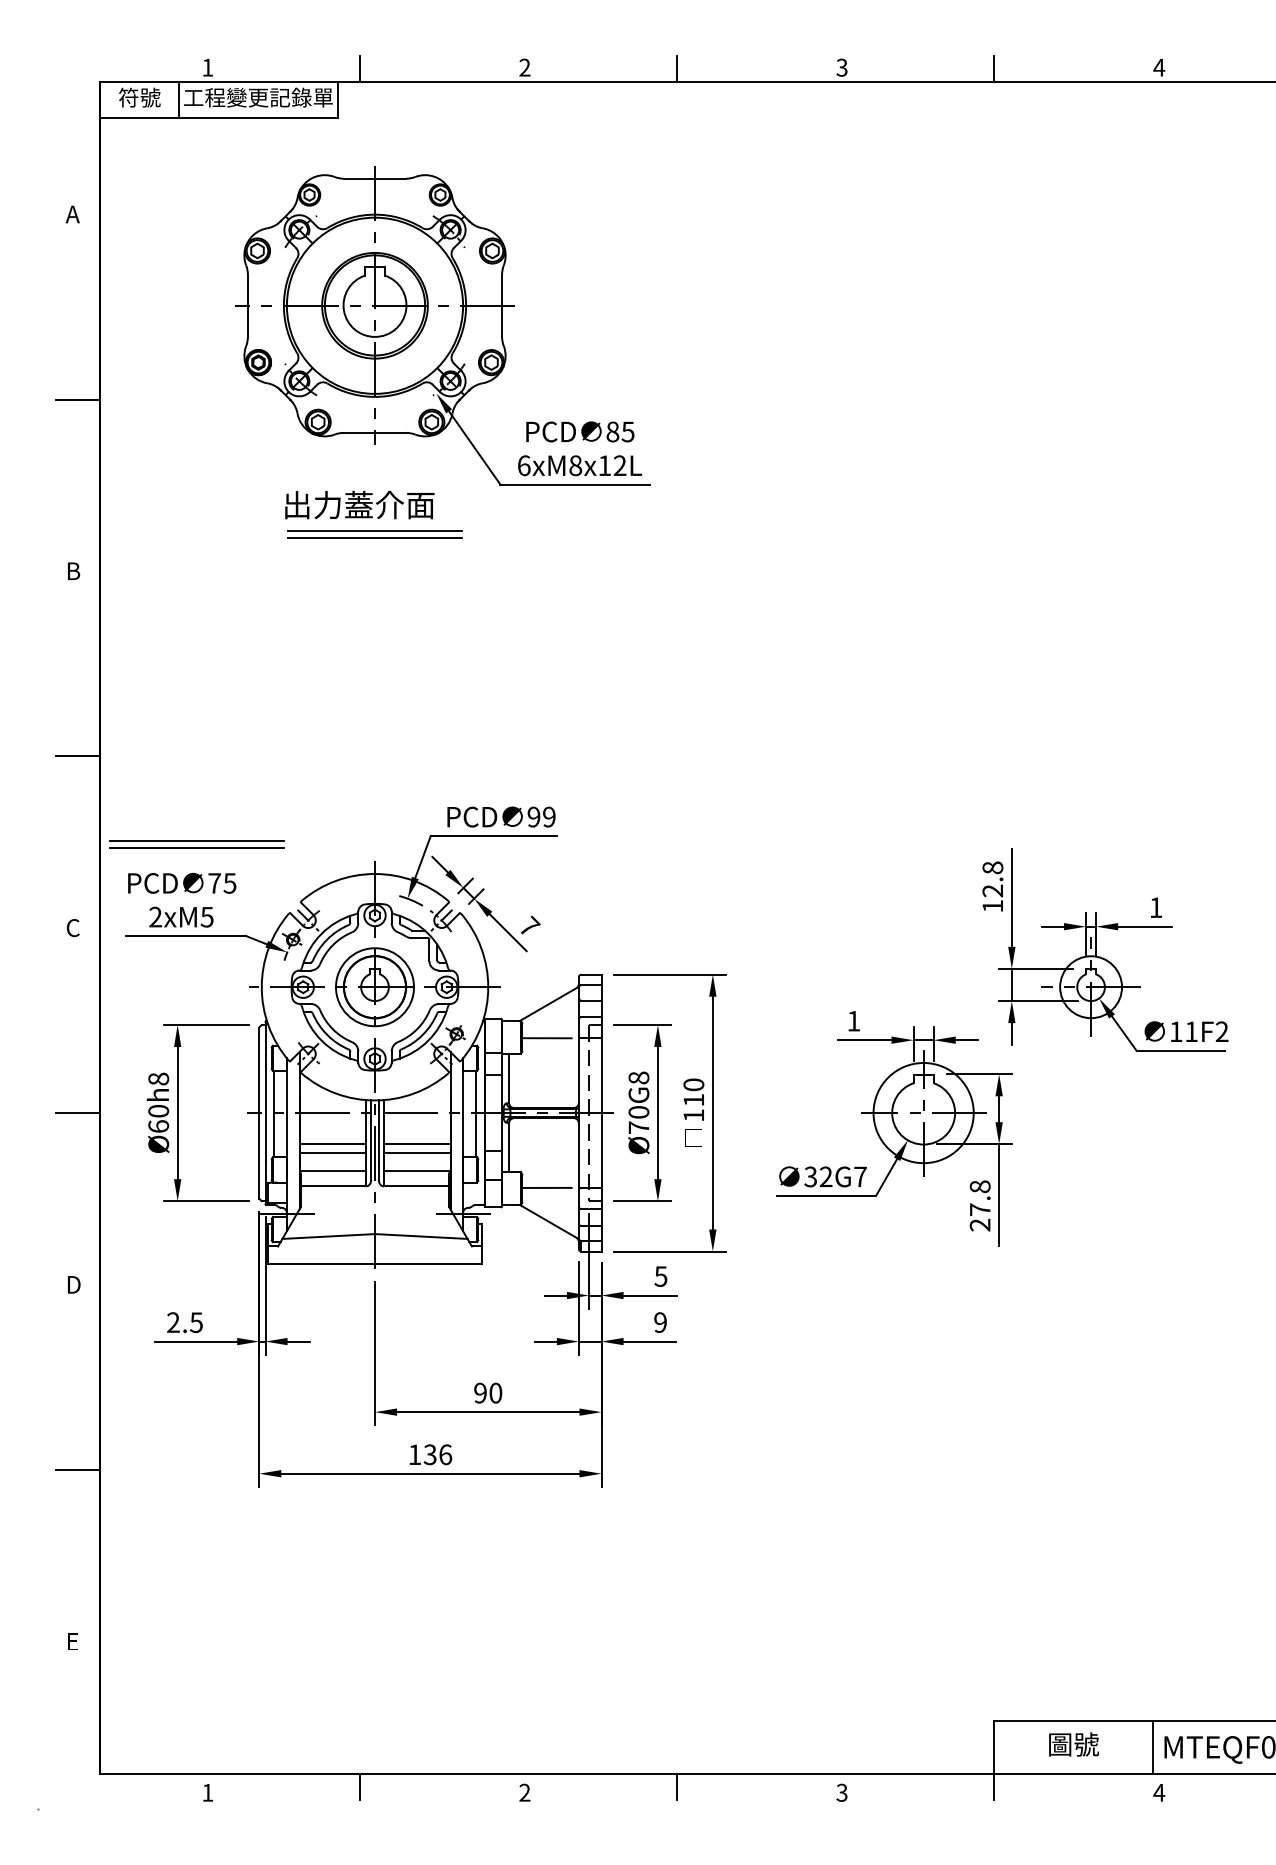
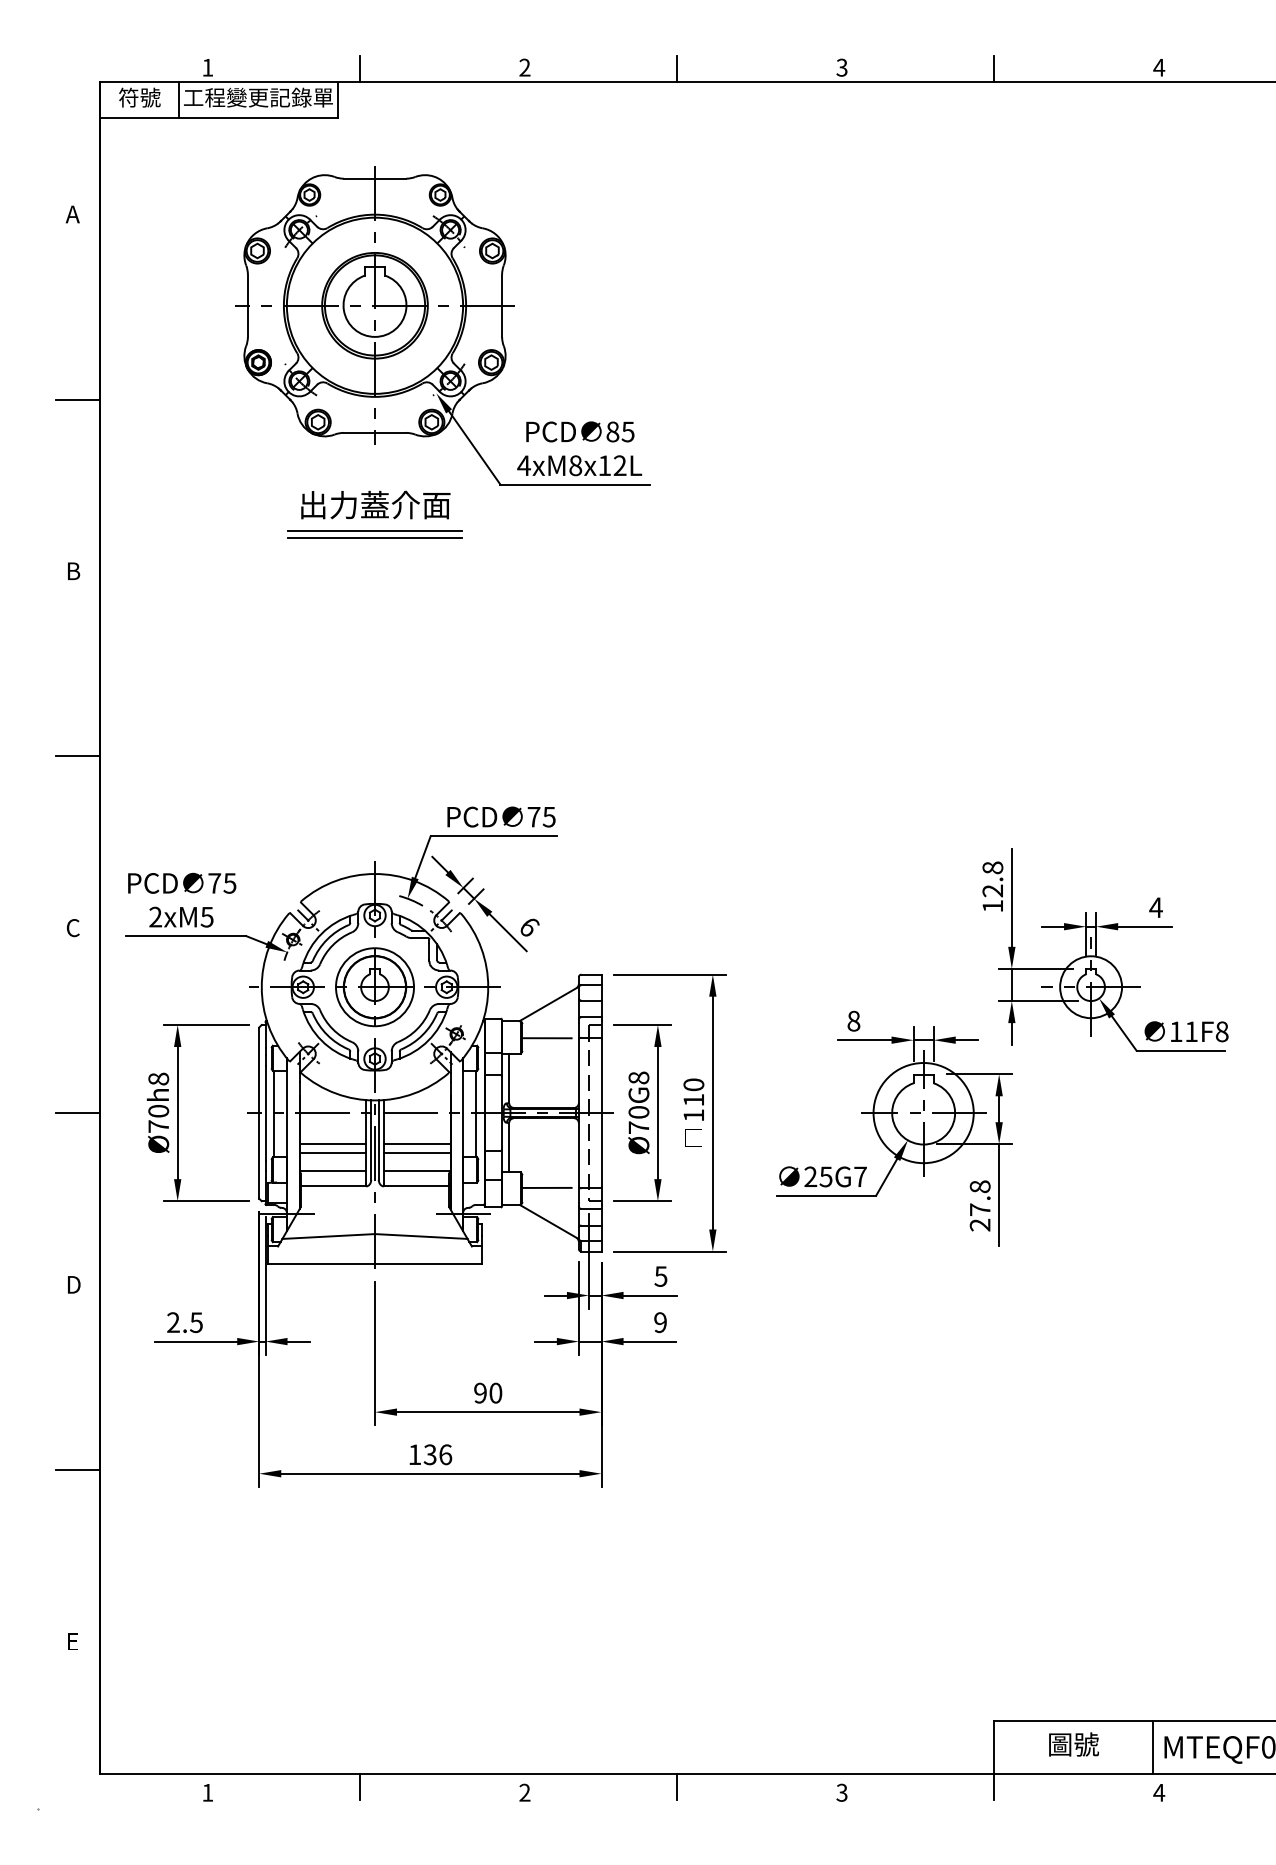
text at (523, 465): 6xM8x12L -> 4xM8x12L
text at (359, 504) position: (359, 504) -> (375, 504)
text at (541, 816): 99 -> 75
part at (196, 844): present -> none
text at (1155, 907): 1 -> 4
text at (530, 925): 7 -> 6
text at (853, 1020): 1 -> 8
text at (1221, 1031): 11F2 -> 11F8
text at (158, 1126): Ø60h8 -> Ø70h8
text at (818, 1176): 32G7 -> 25G7
